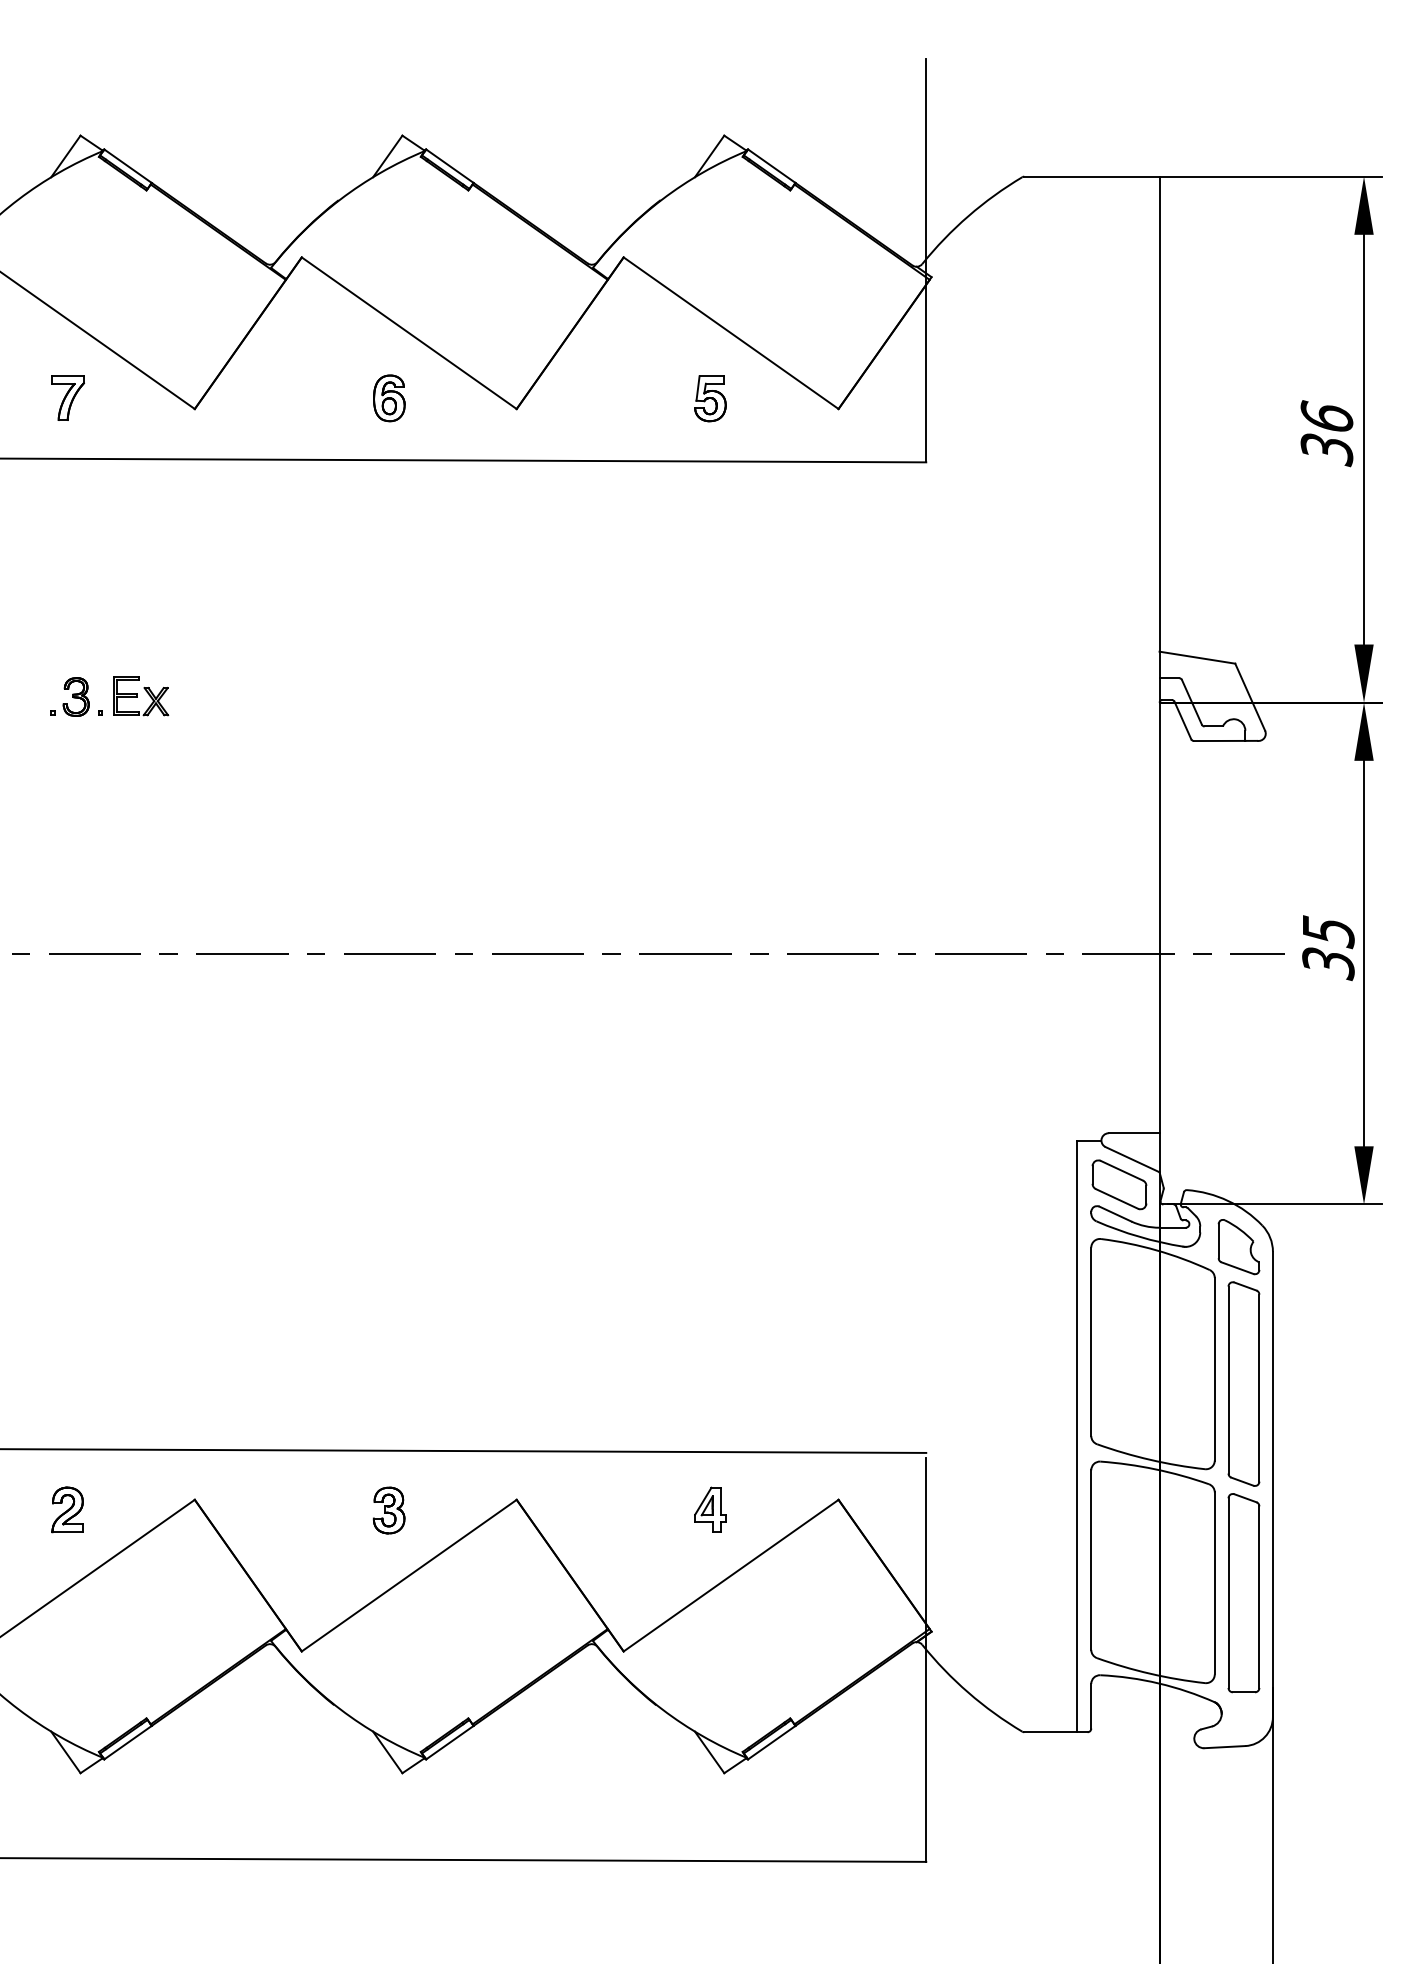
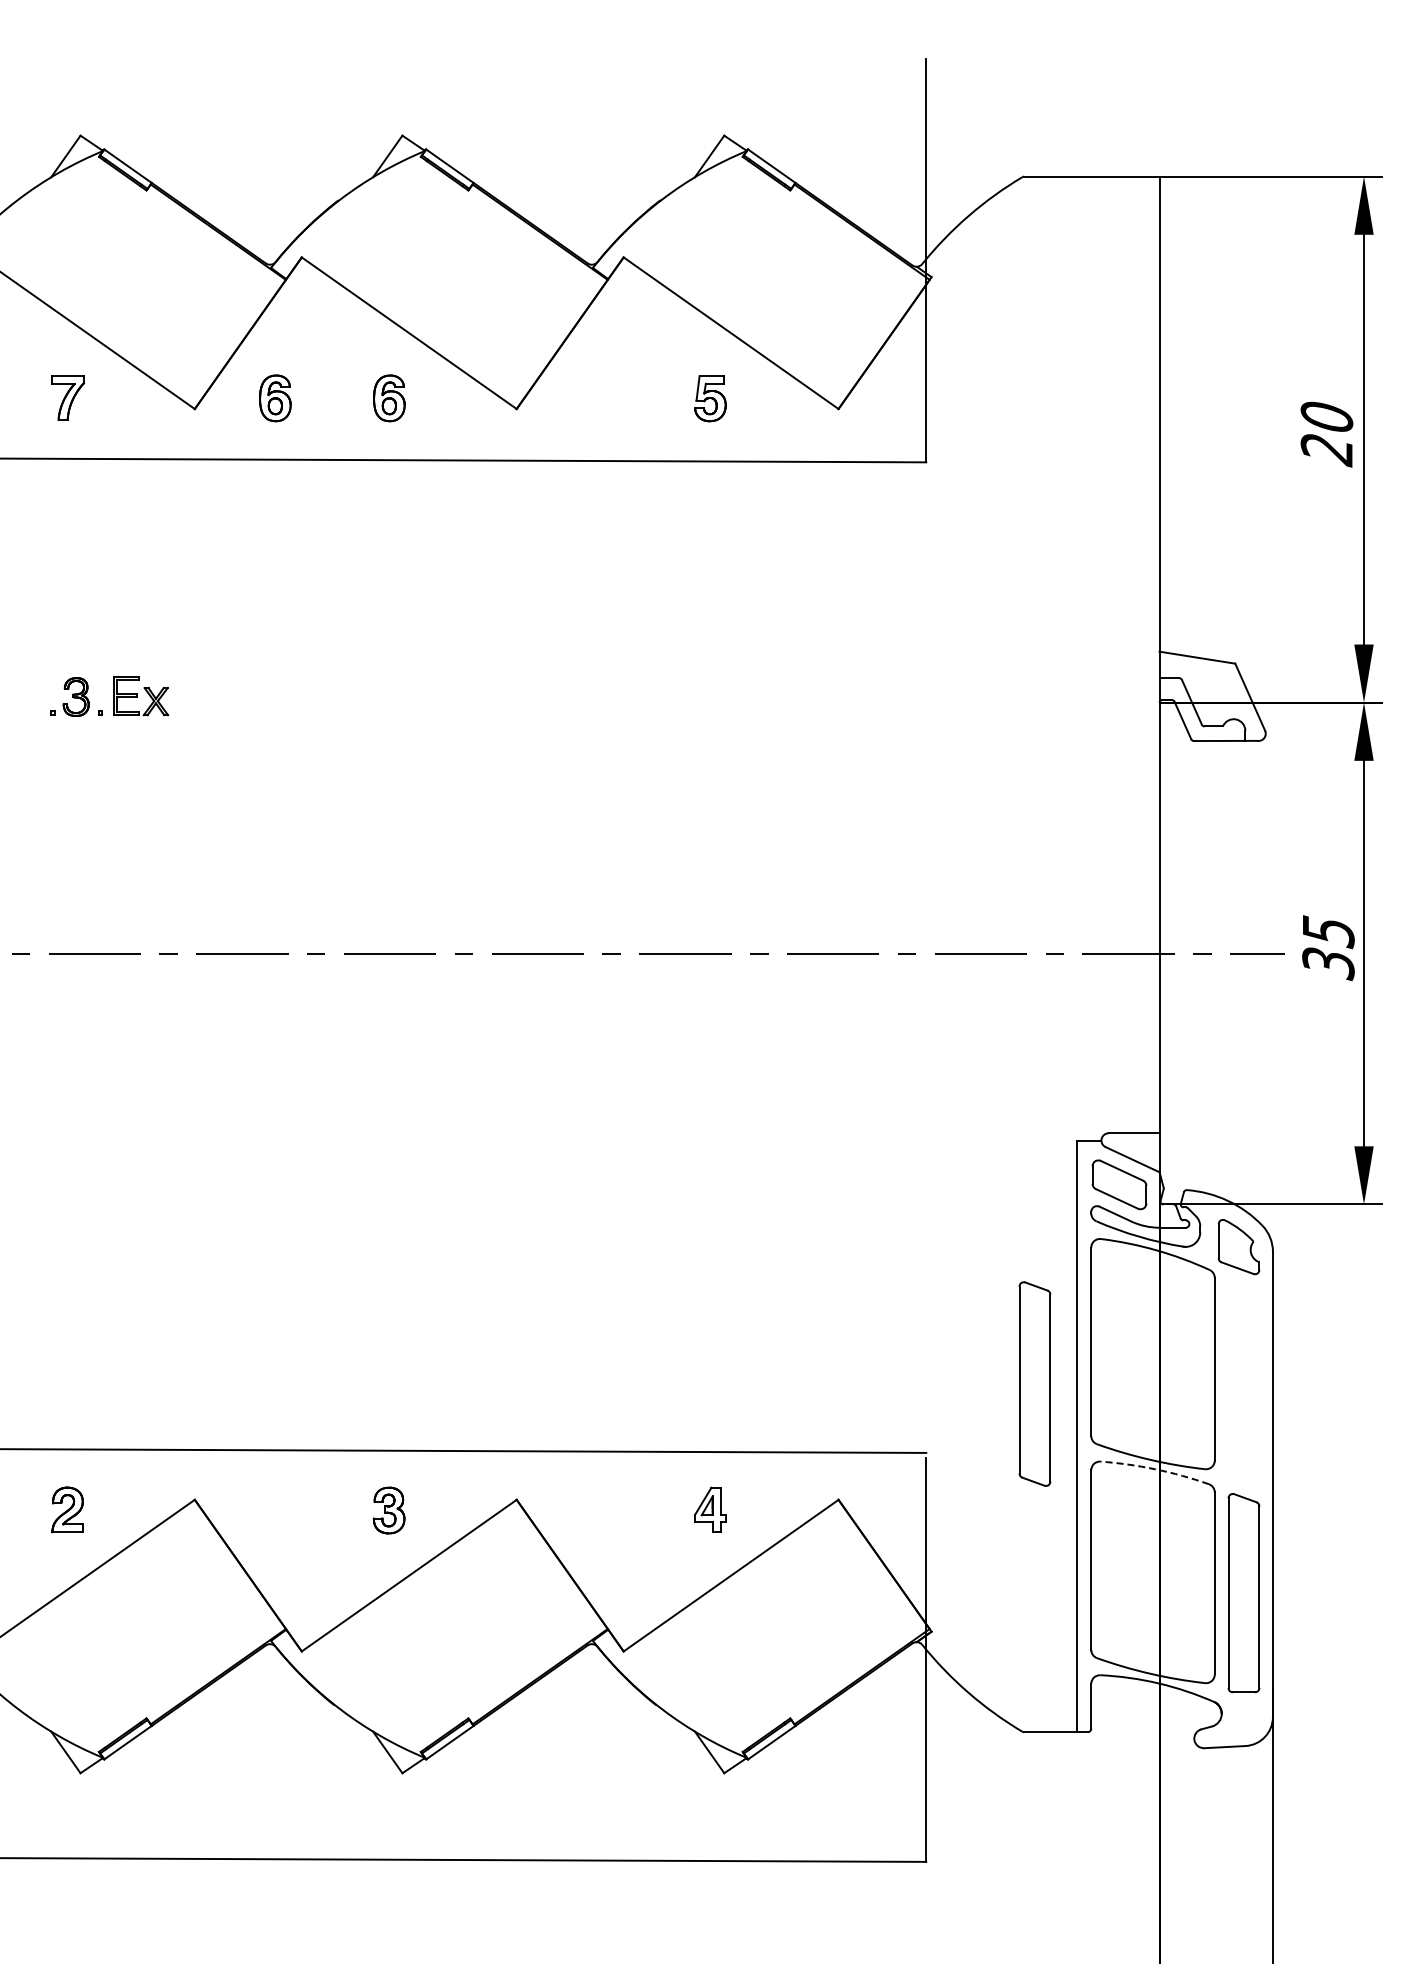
part at (275, 398): none -> present
text at (1326, 433): 36 -> 20
part at (1243, 1383) position: (1243, 1383) -> (1034, 1383)
arc at (1155, 1469): solid -> dashed
